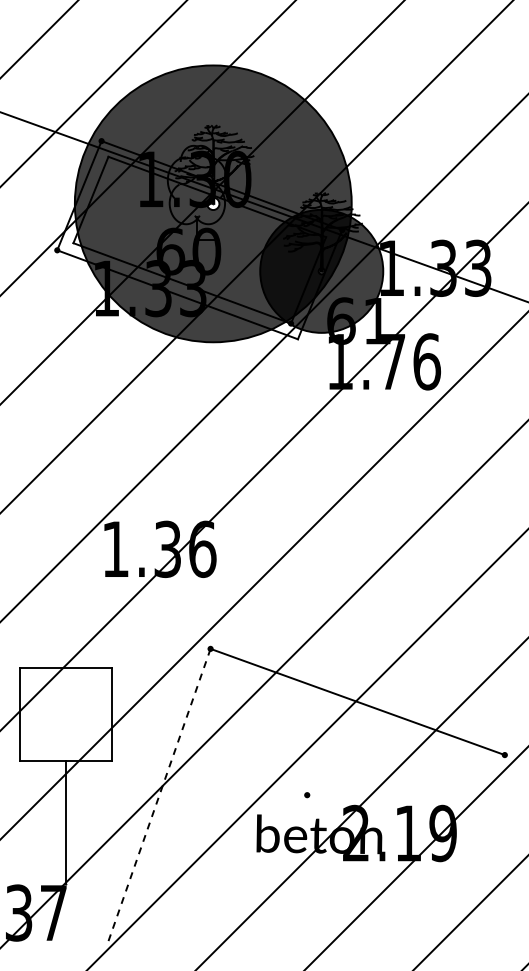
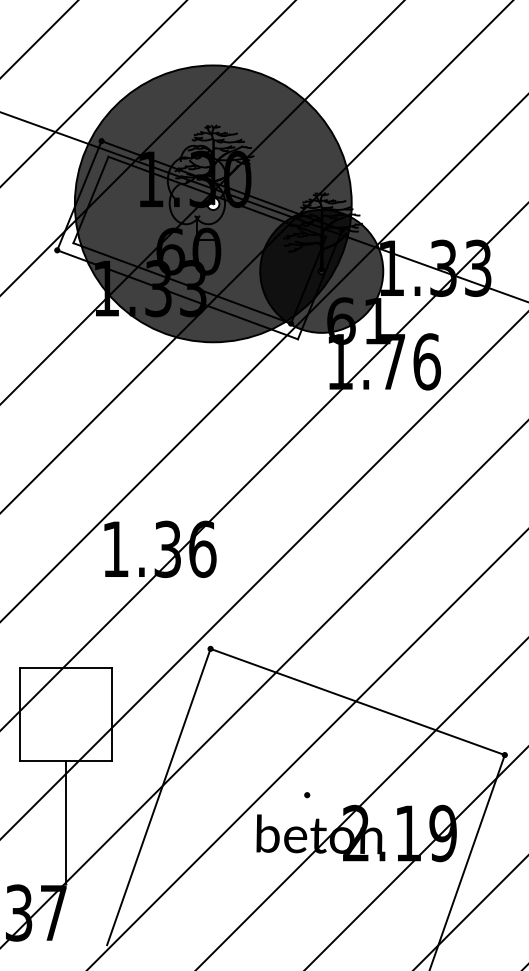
line at (158, 796): dashed -> solid
line at (467, 861): none -> present
